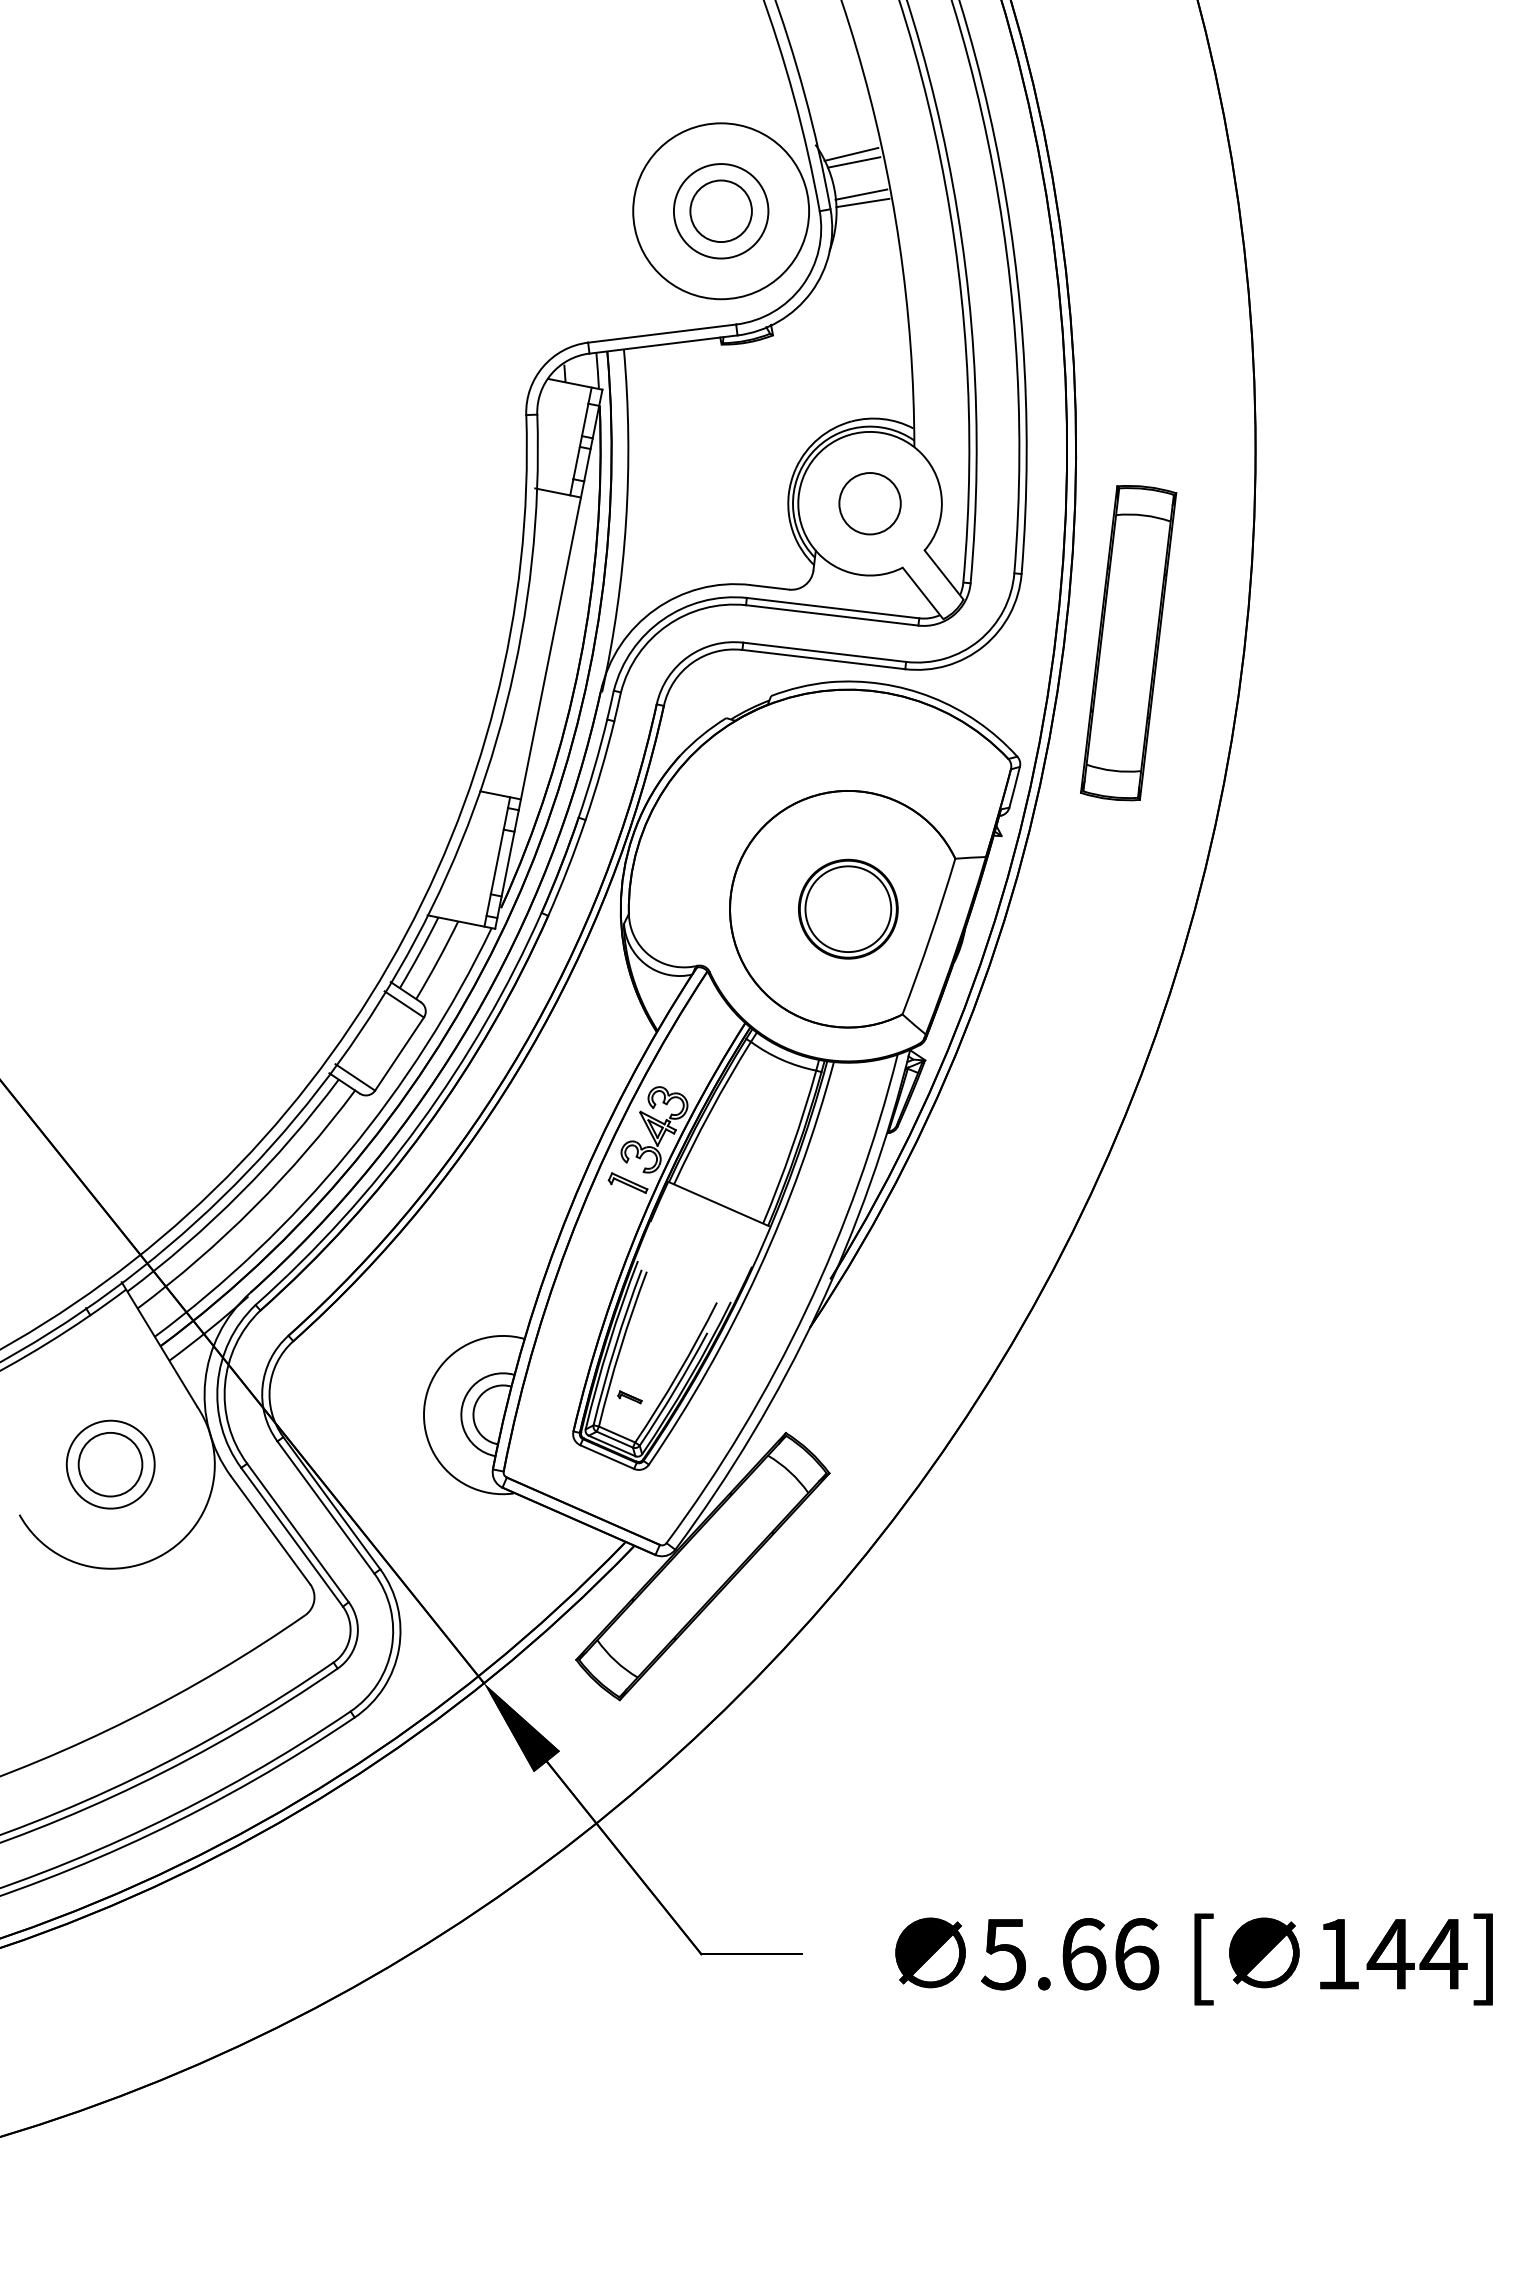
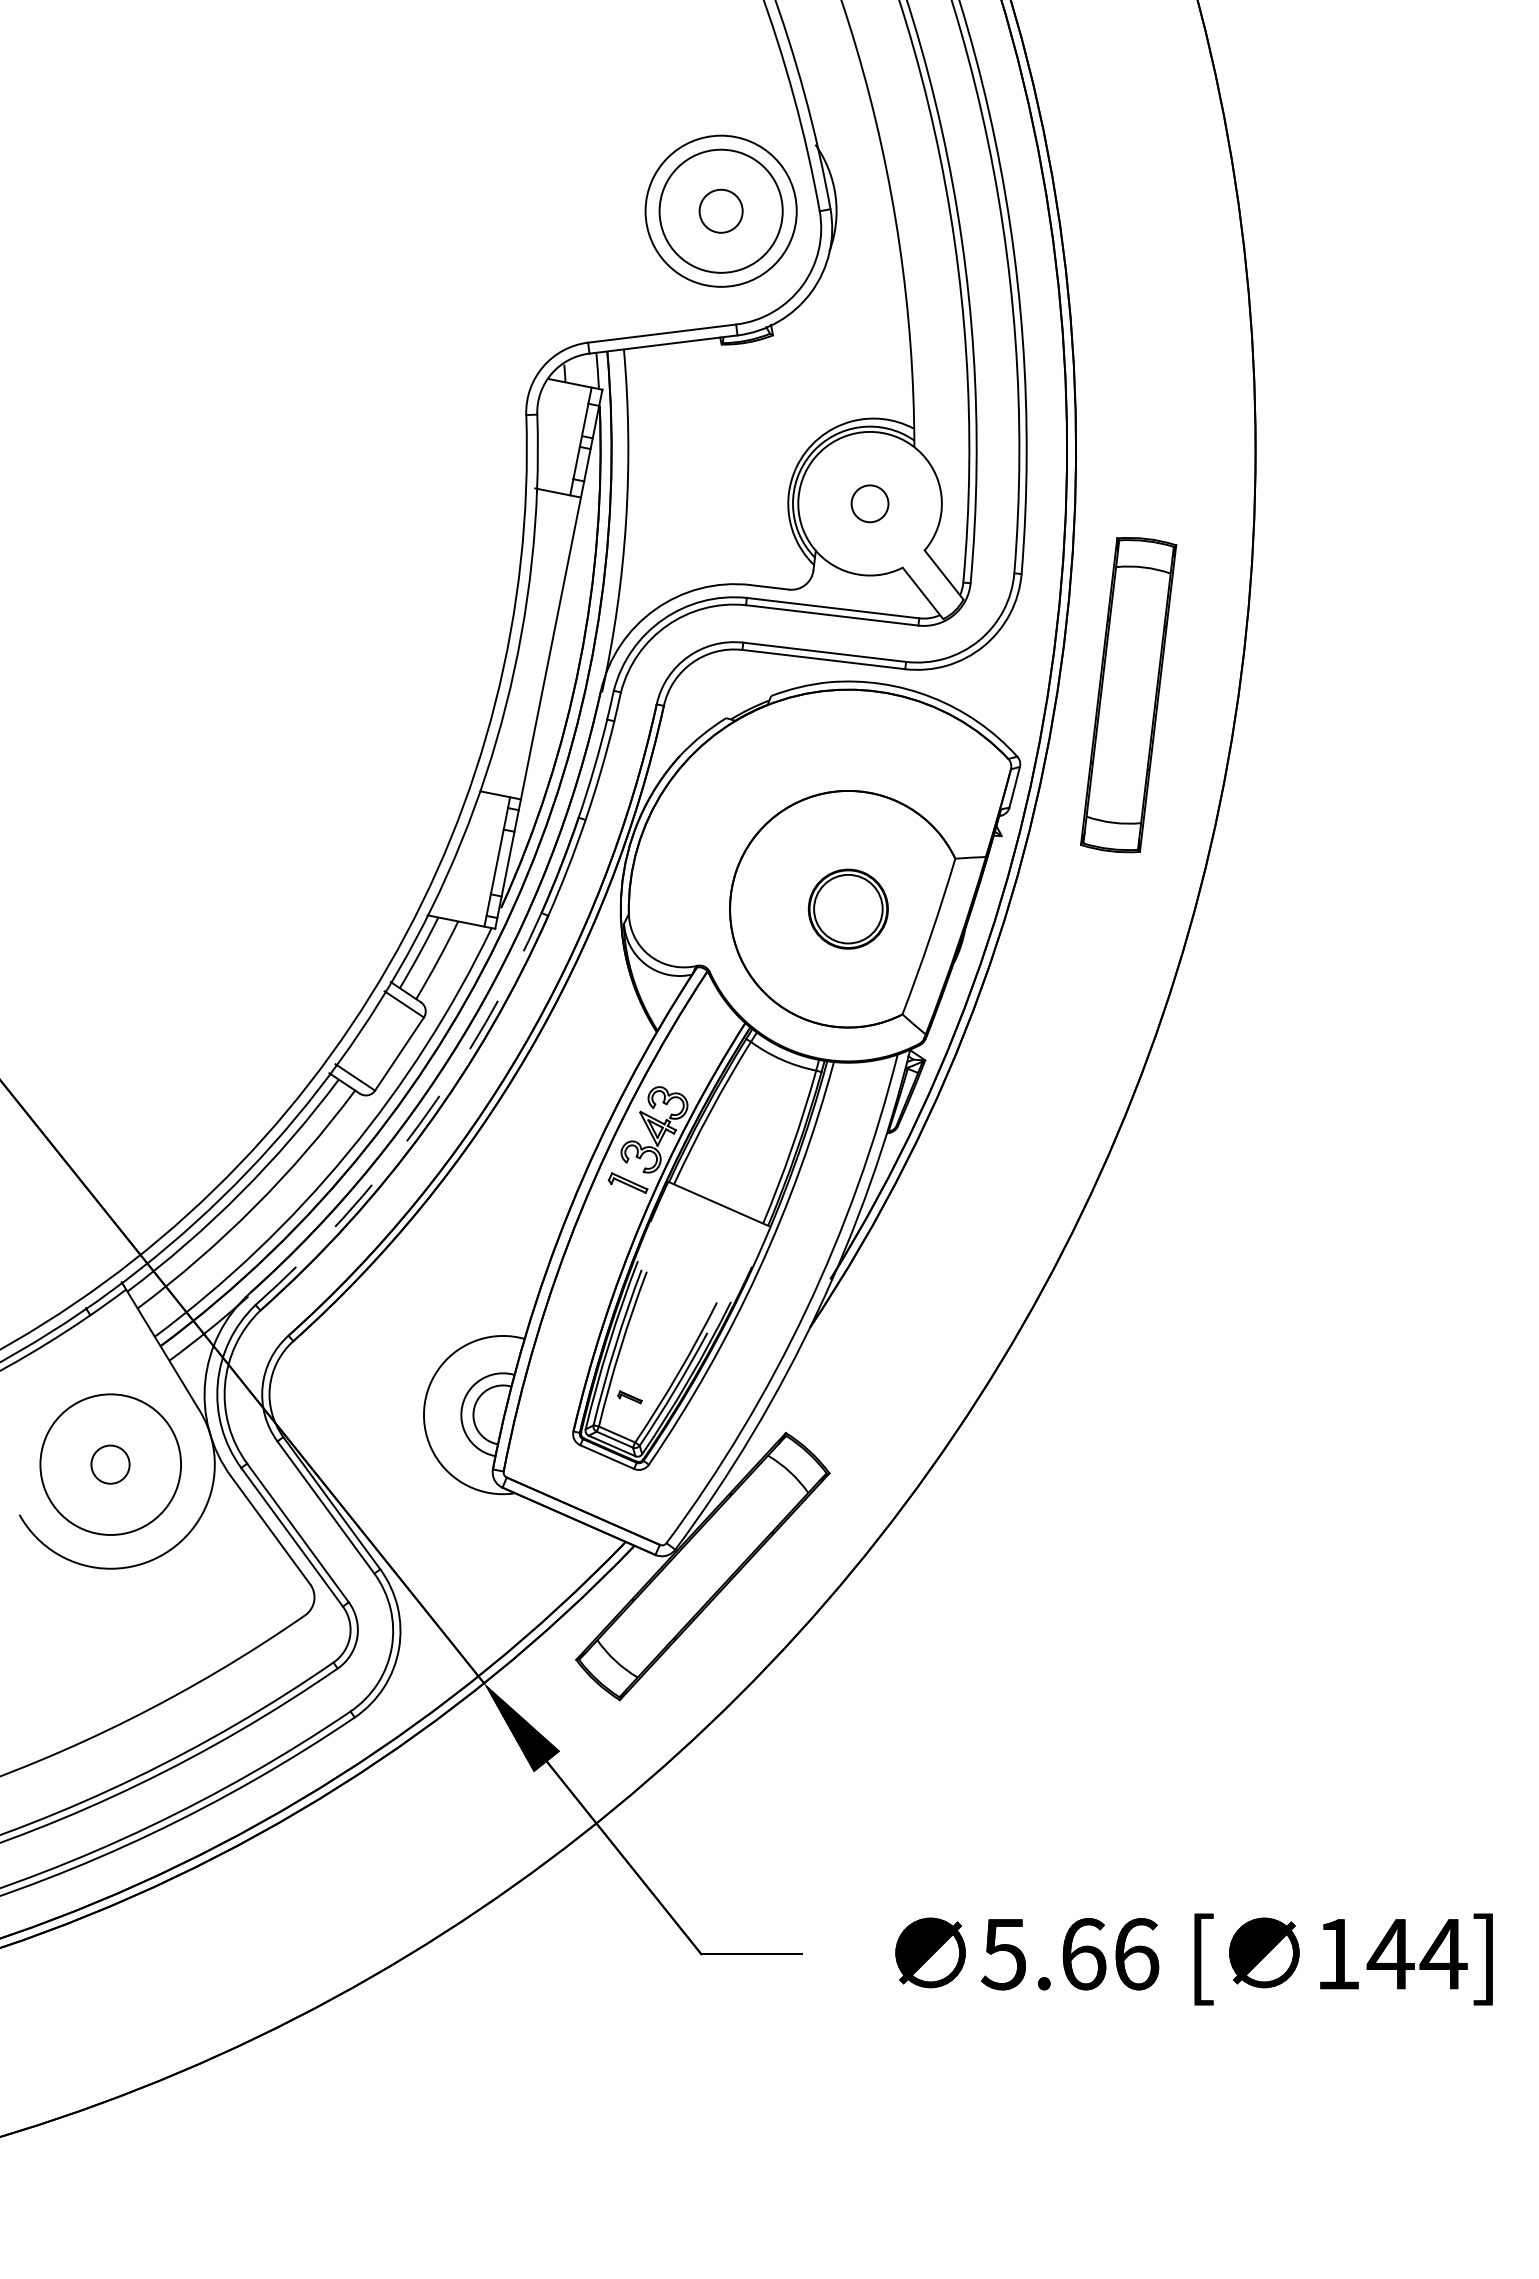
line at (851, 153): present -> none
line at (853, 162): present -> none
line at (861, 194): present -> none
line at (862, 202): present -> none
circle at (720, 211) diameter: 62 px -> 43 px
circle at (720, 211) diameter: 94 px -> 151 px
circle at (721, 211) diameter: 176 px -> 123 px
circle at (869, 503) size: 64x64 px -> 40x40 px
part at (1128, 643) position: (1128, 643) -> (1128, 695)
part at (848, 908) size: 101x102 px -> 82x82 px
arc at (419, 1124): solid -> dashed
circle at (110, 1464) diameter: 64 px -> 38 px
circle at (110, 1464) diameter: 88 px -> 141 px
